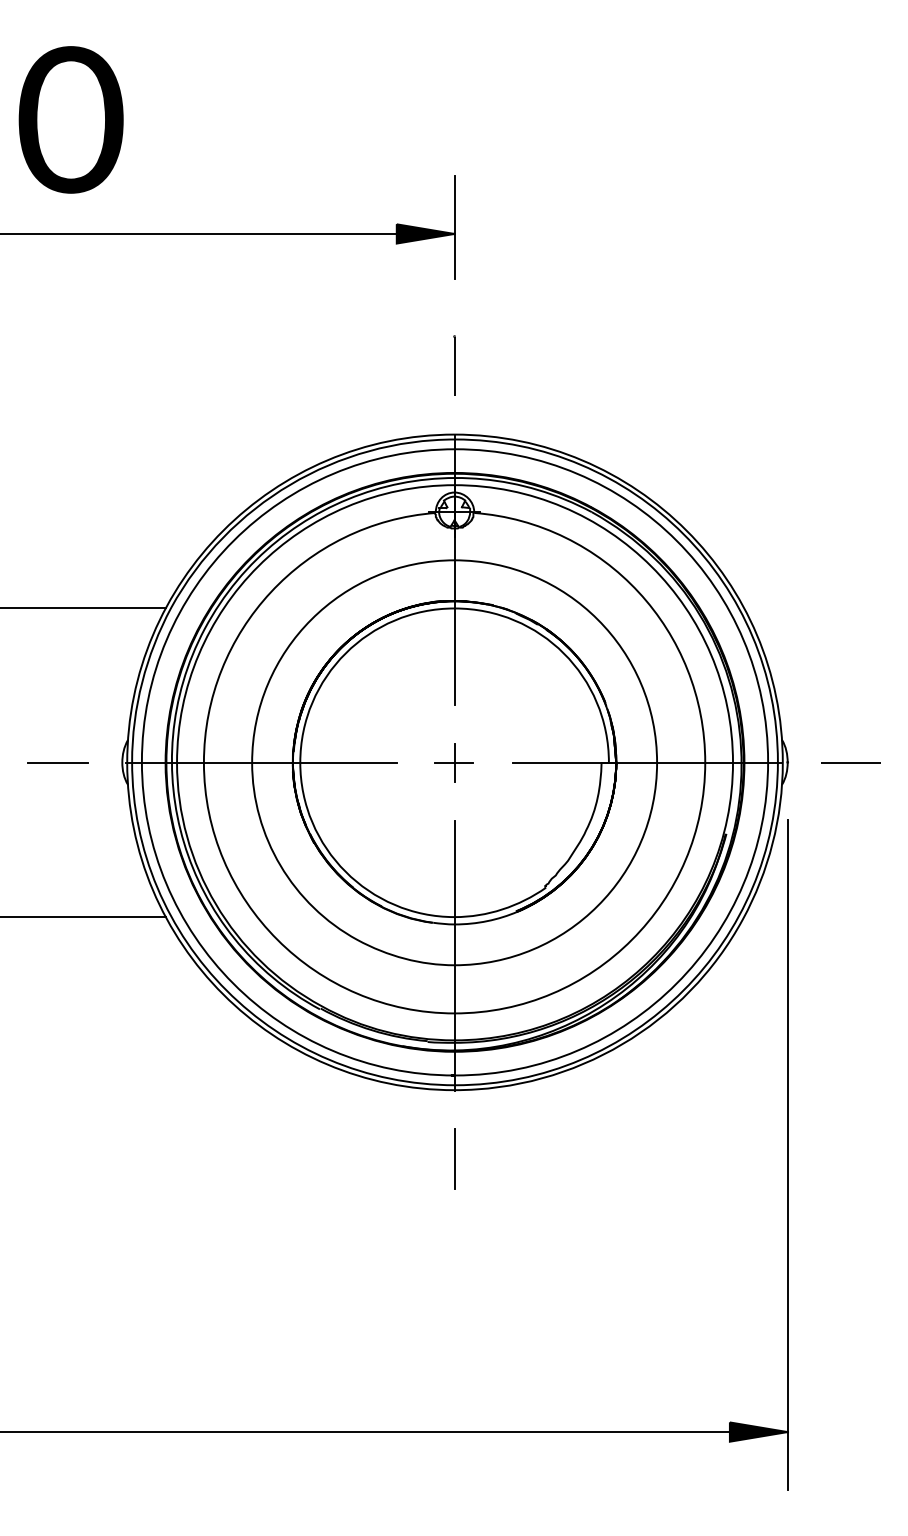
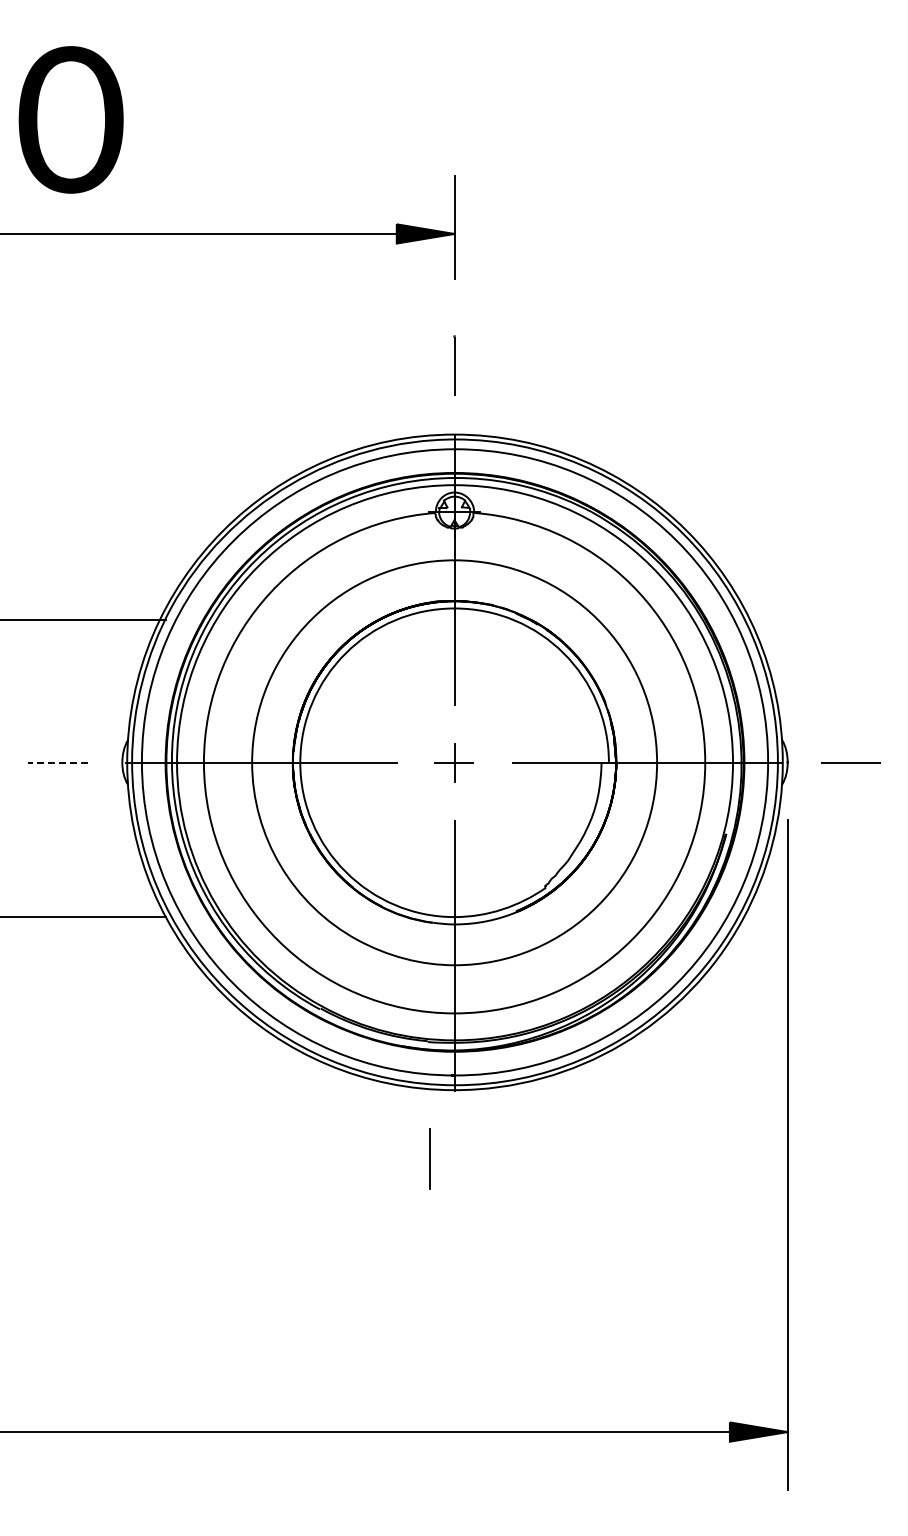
line at (83, 608) position: (83, 608) -> (83, 620)
line at (58, 762): solid -> dashed
line at (454, 1158) position: (454, 1158) -> (429, 1158)
